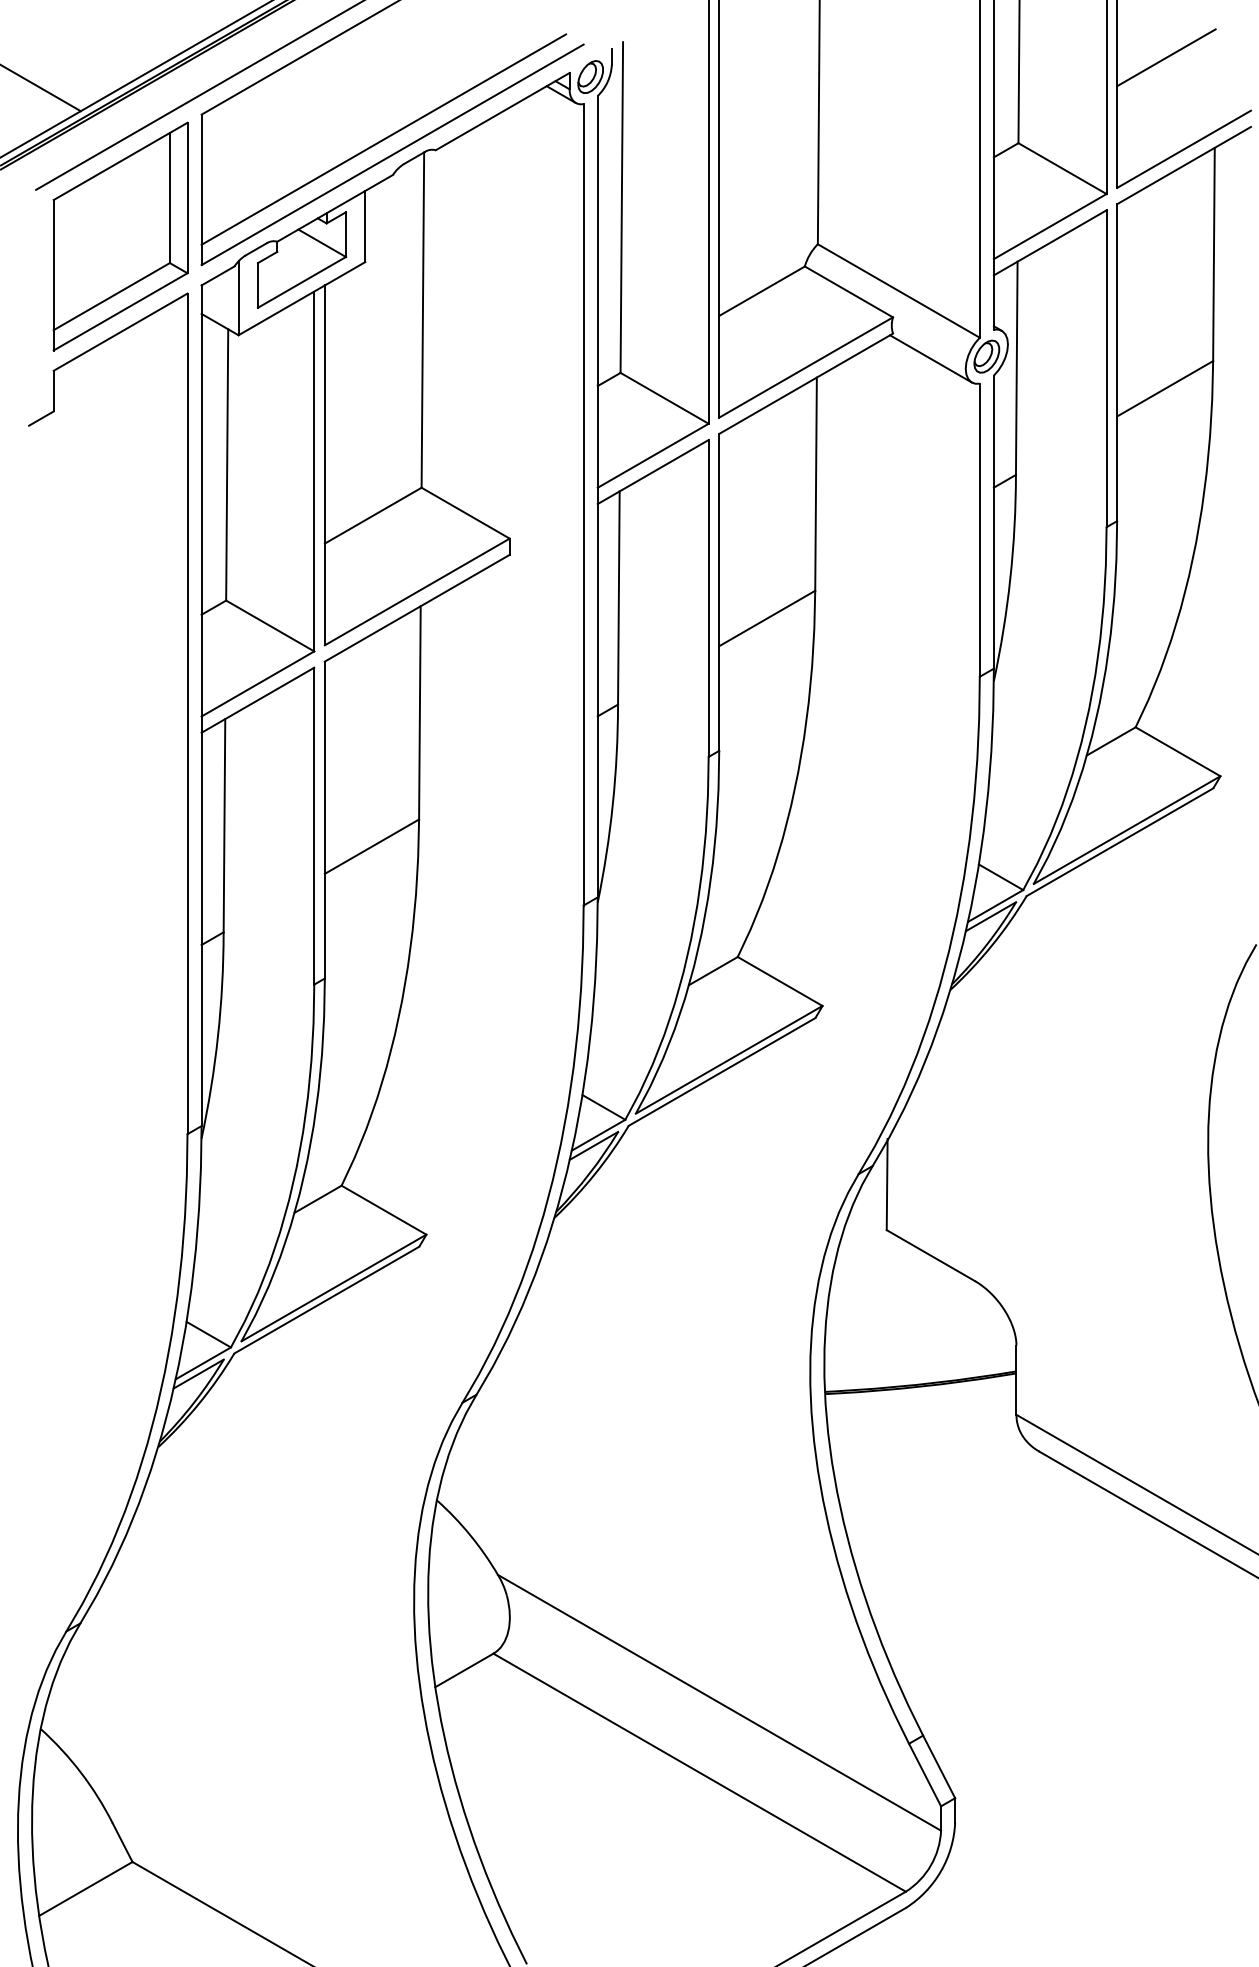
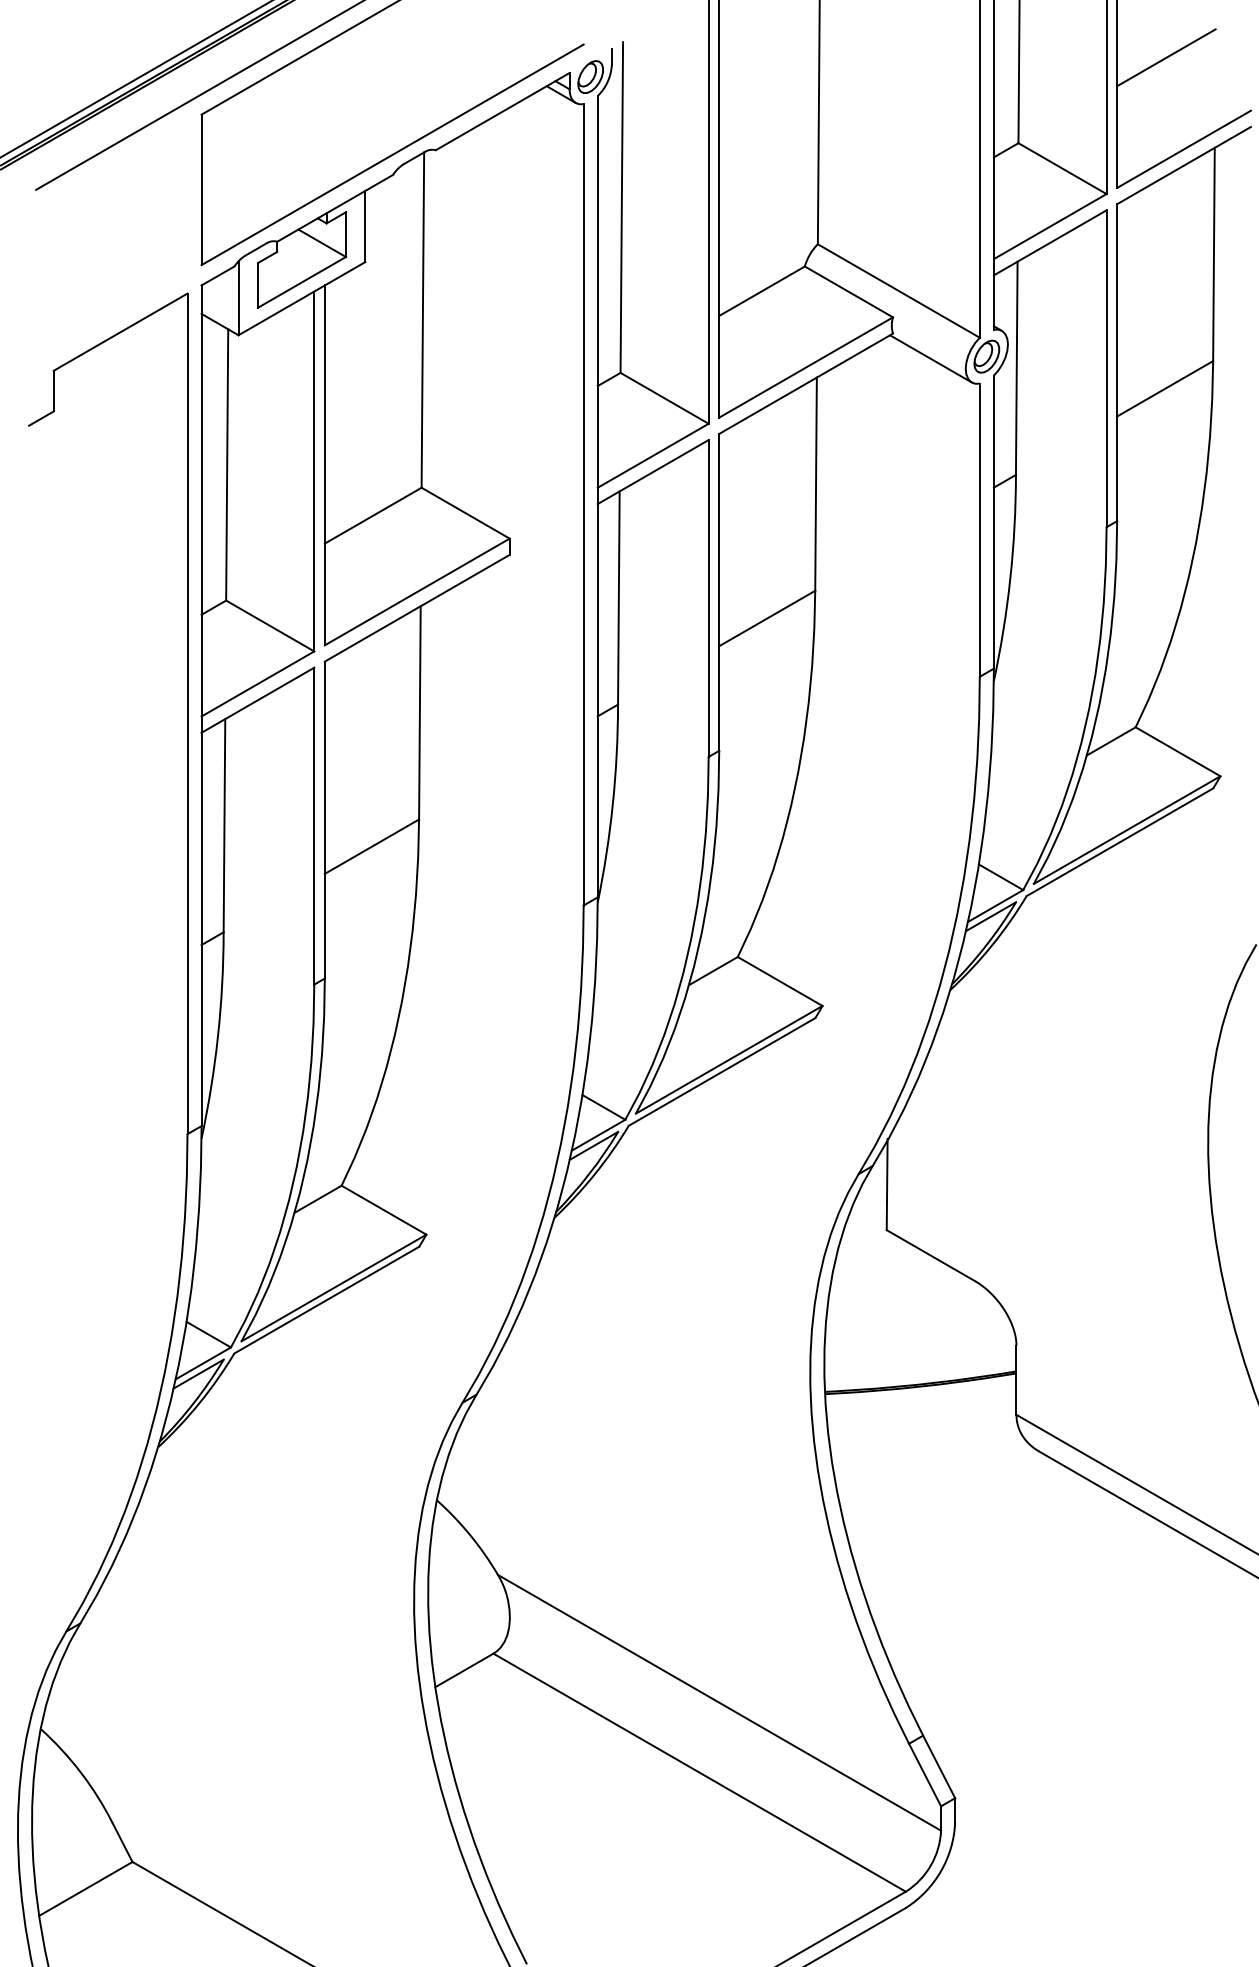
line at (41, 88): present -> none
line at (383, 139): present -> none
part at (120, 236): present -> none
